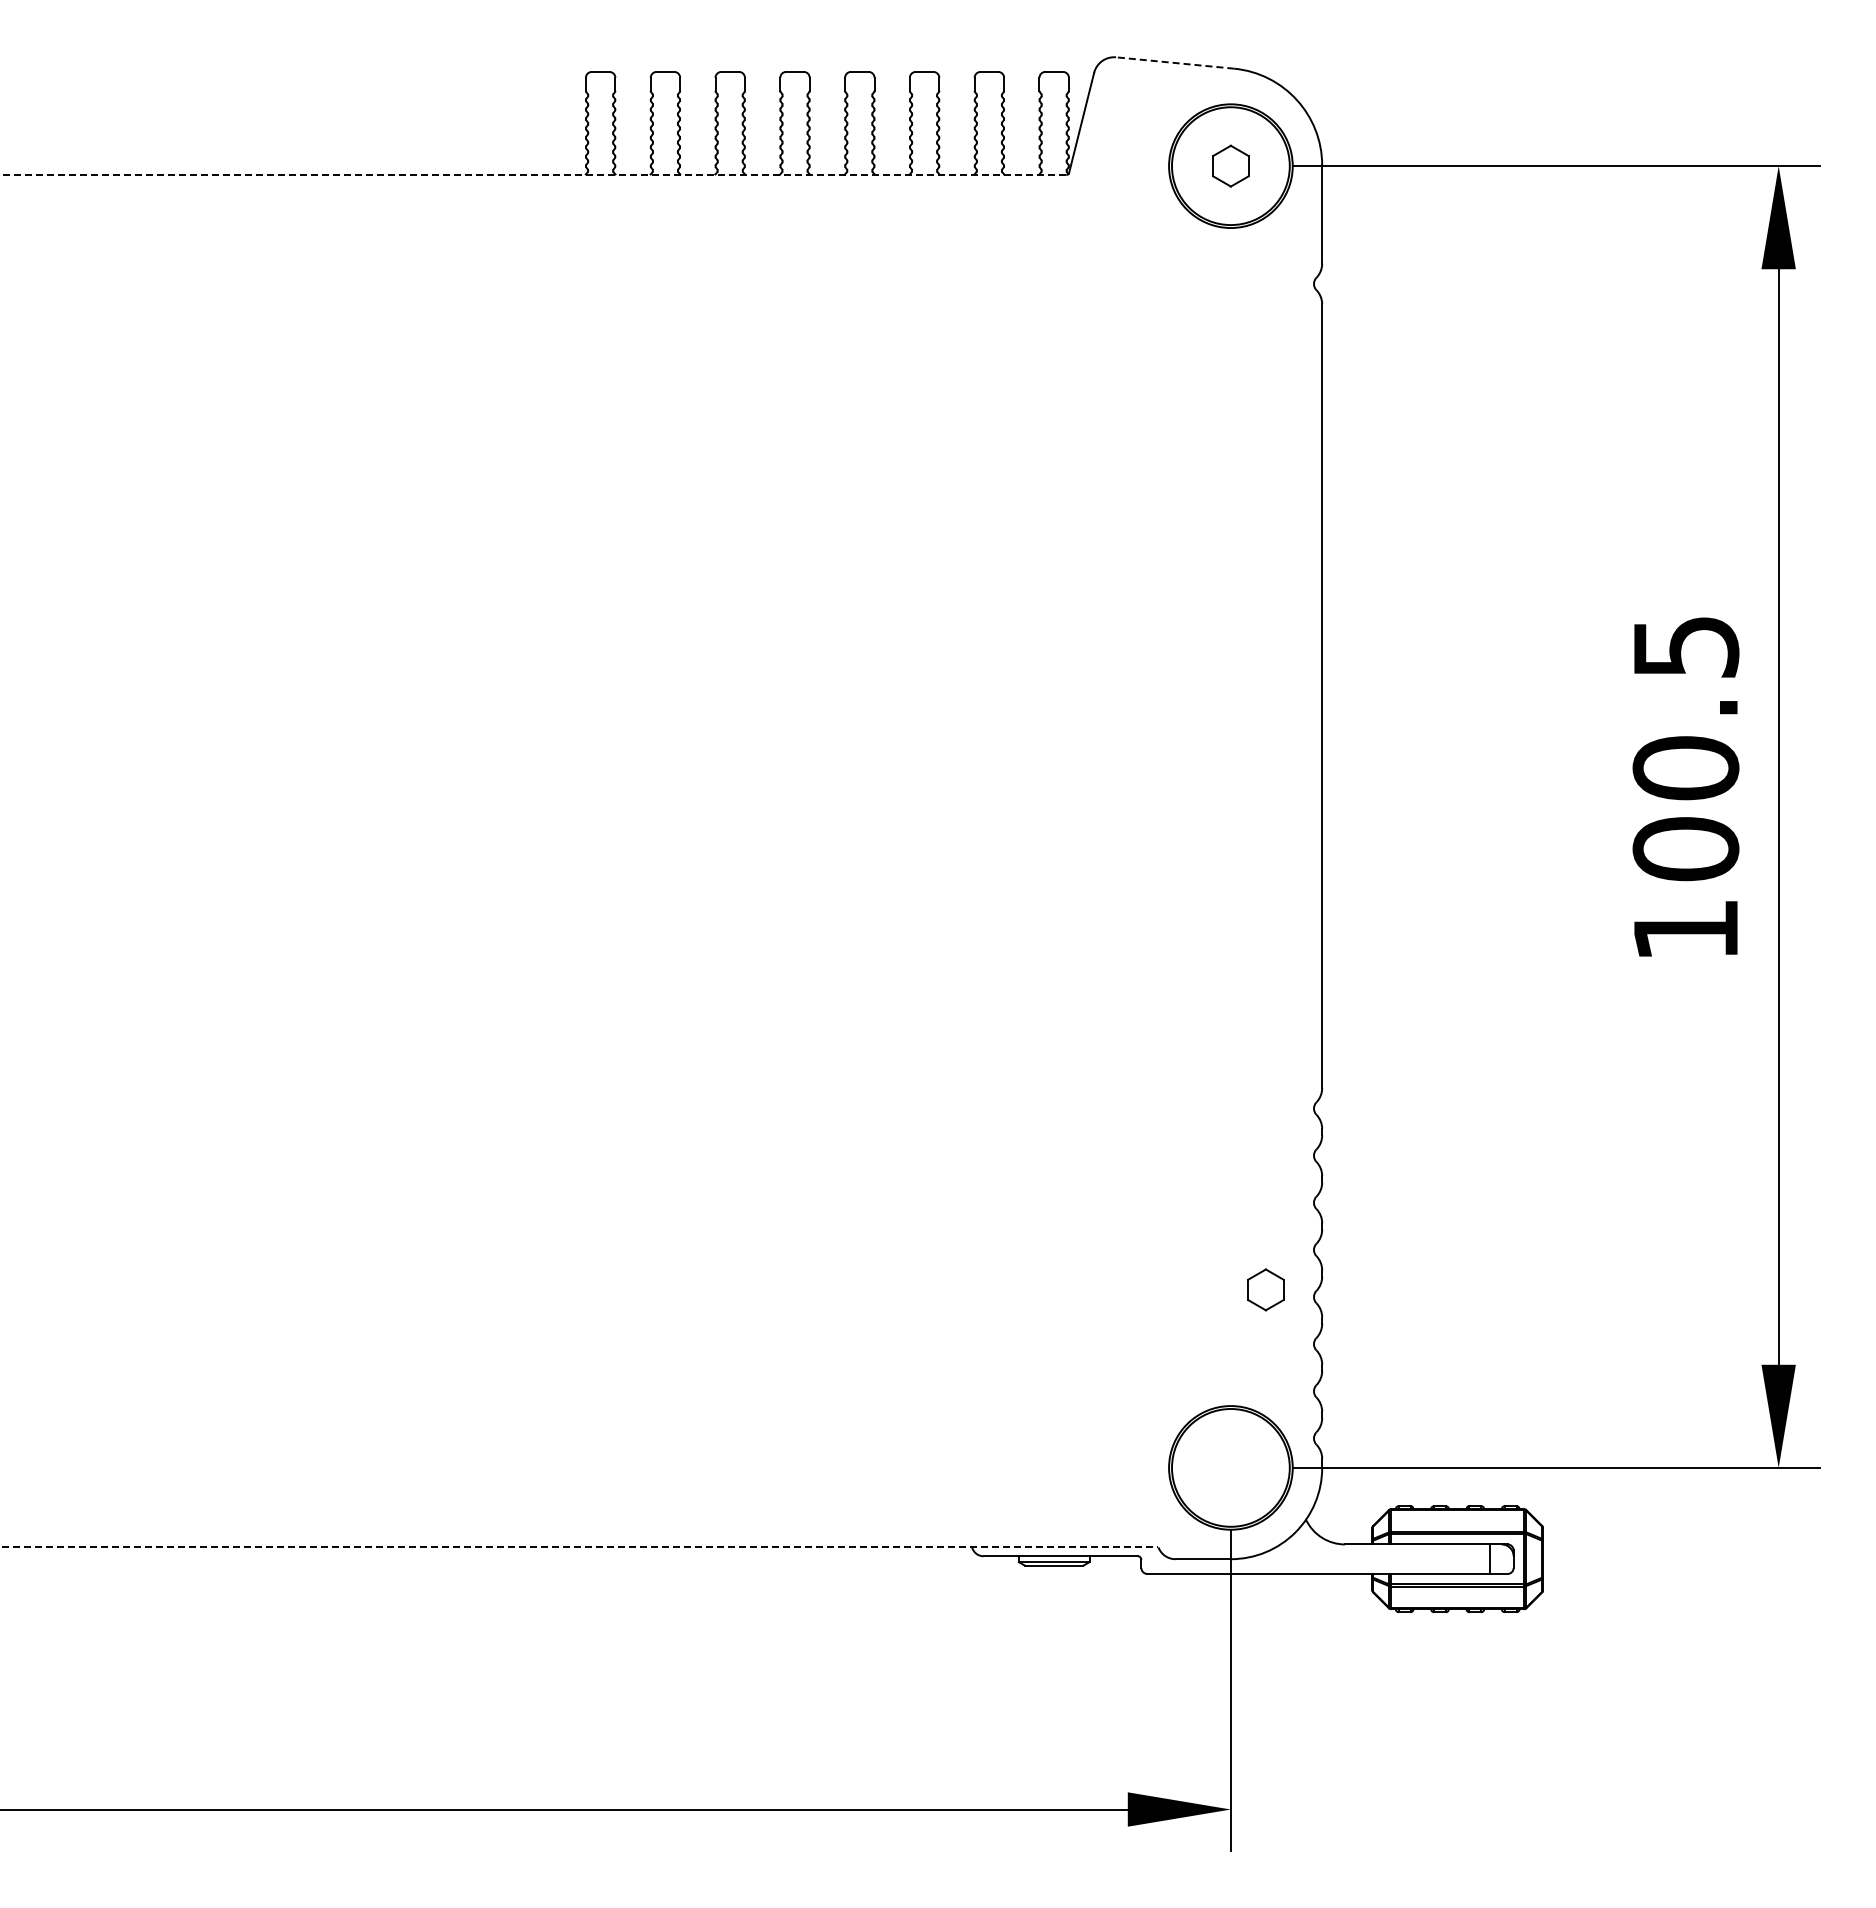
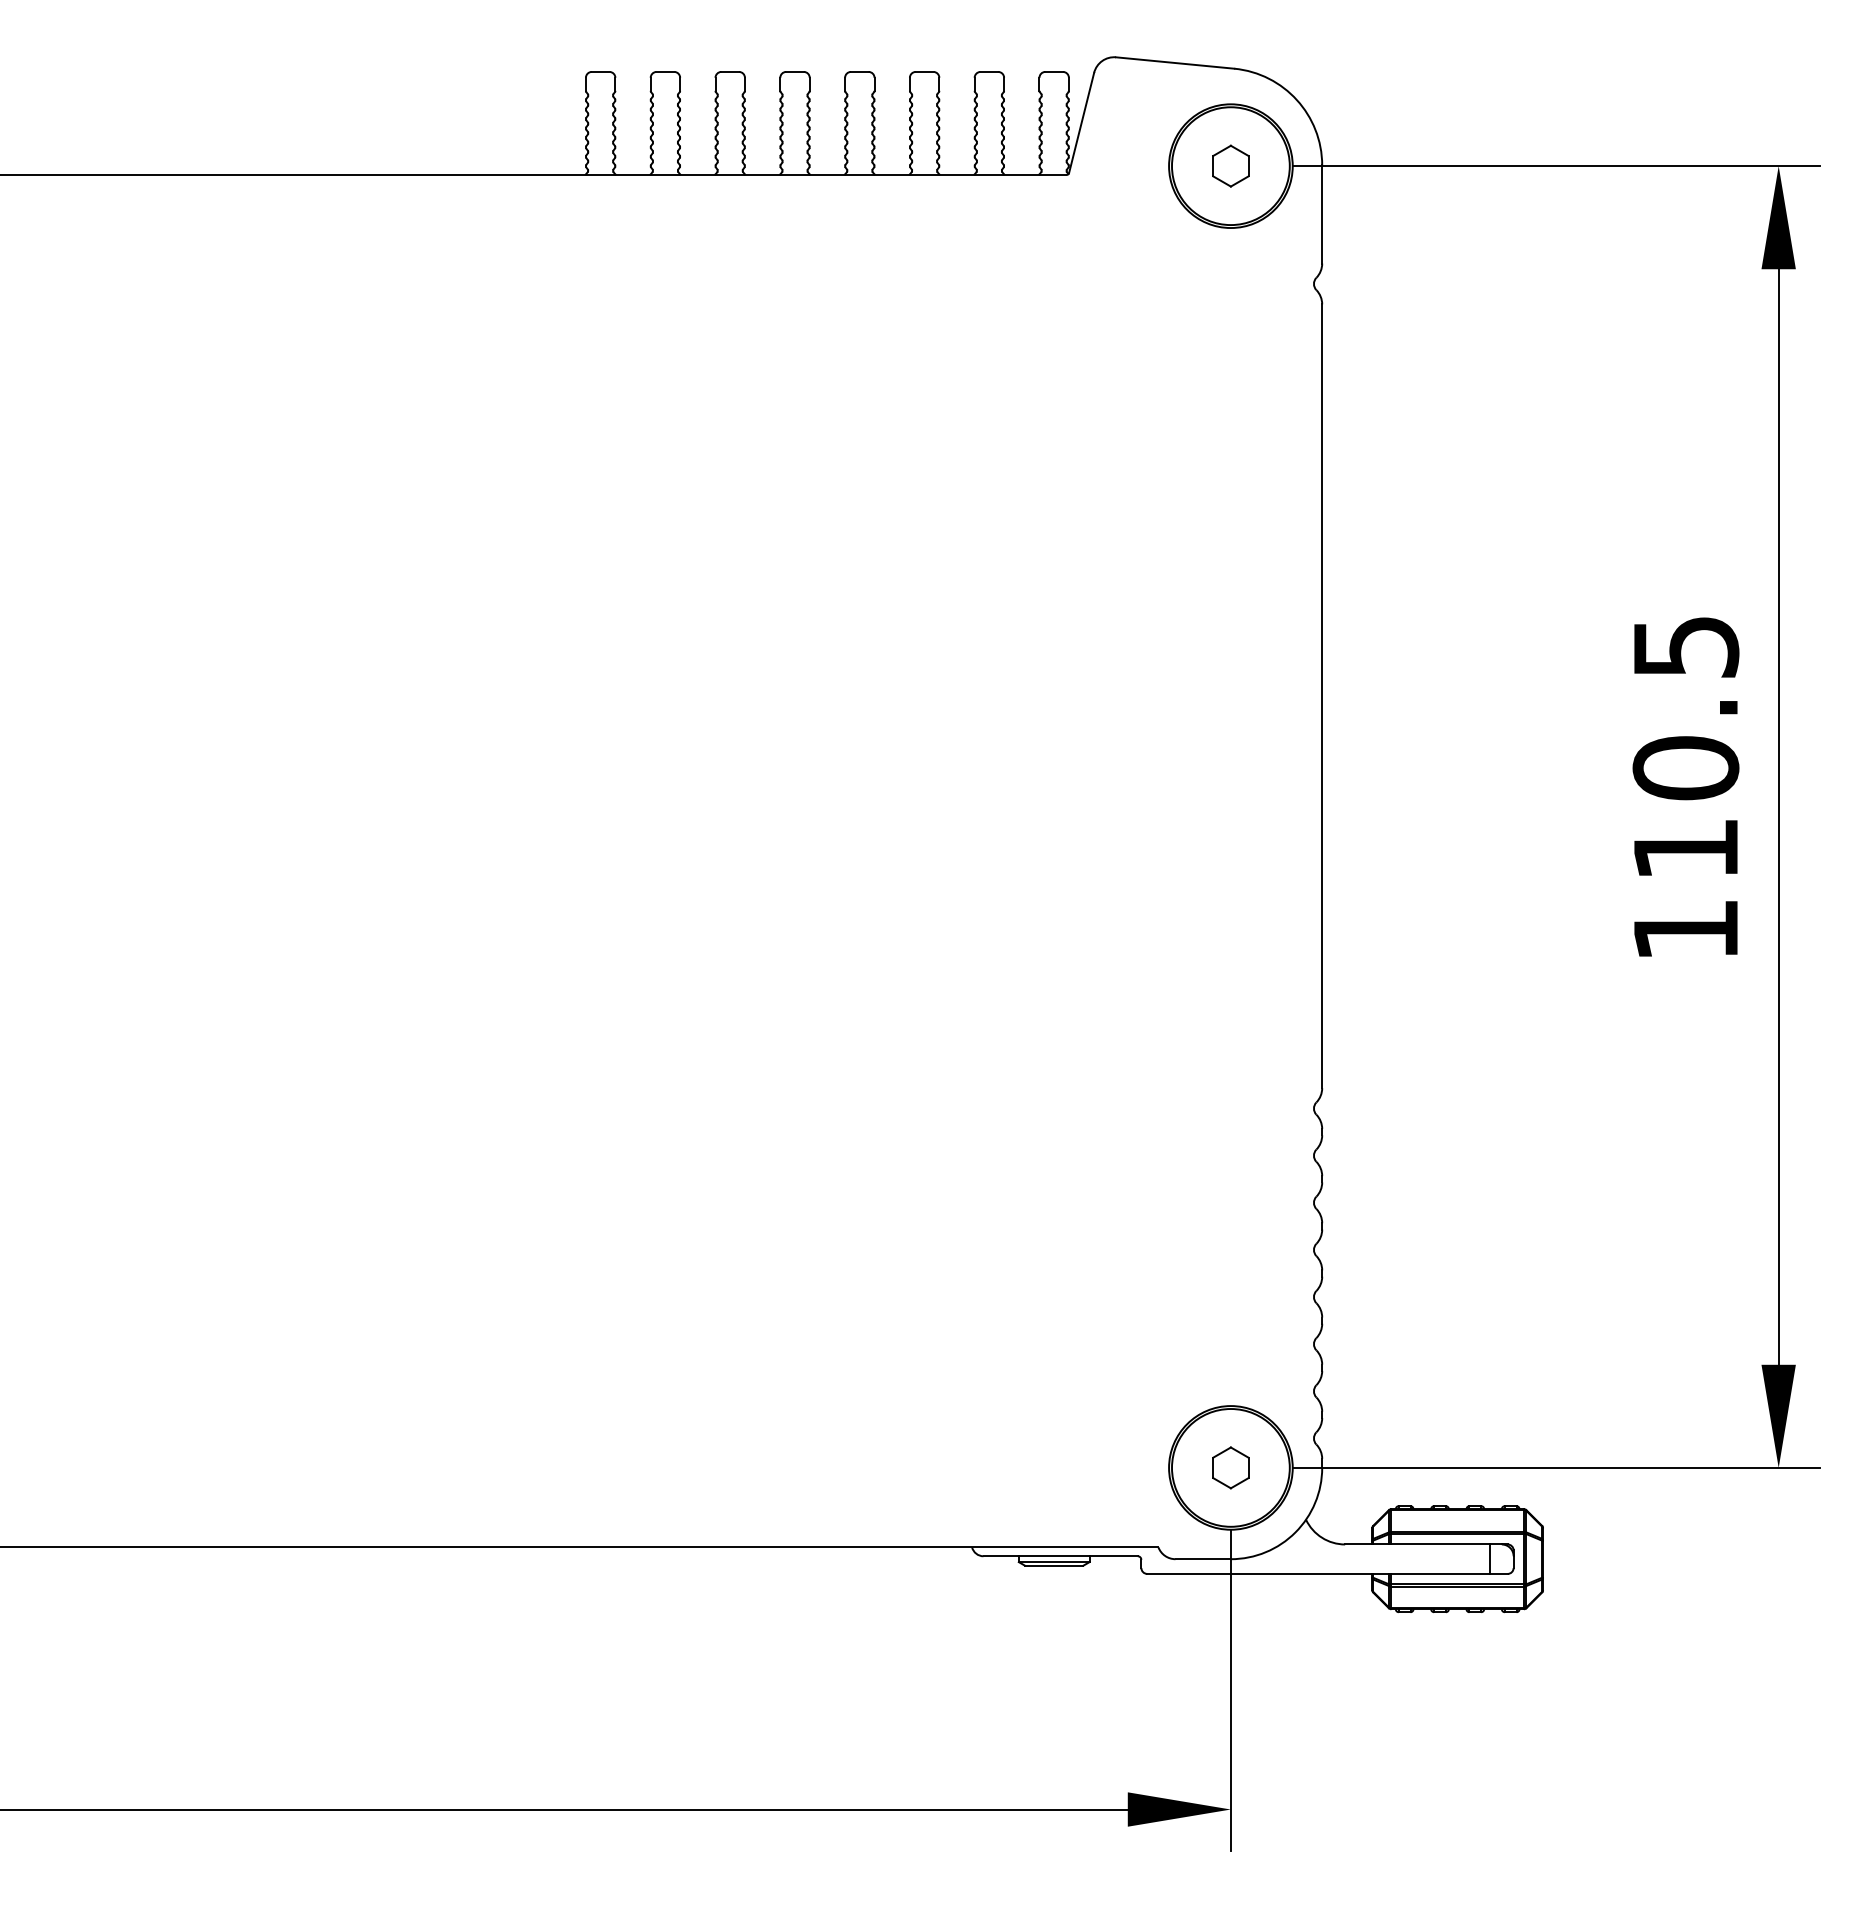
line at (1174, 62): dashed -> solid
line at (533, 175): dashed -> solid
text at (1685, 849): 100.5 -> 110.5
part at (1265, 1289) position: (1265, 1289) -> (1230, 1467)
line at (579, 1547): dashed -> solid
